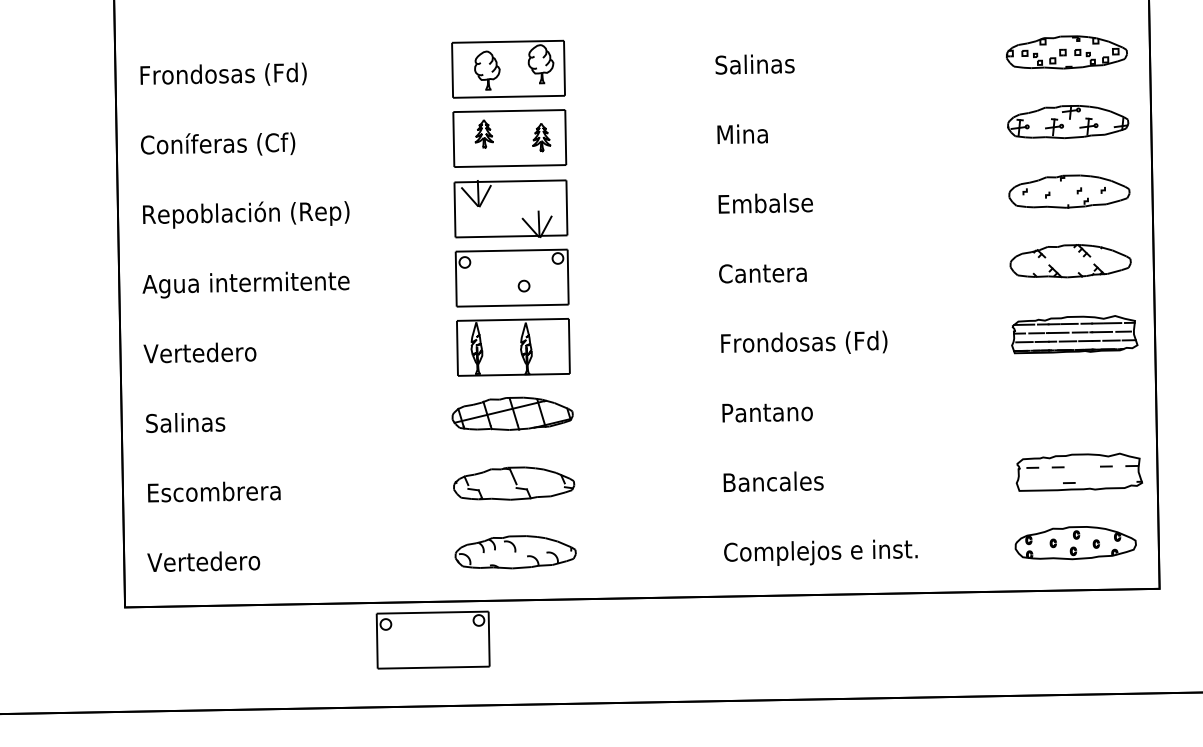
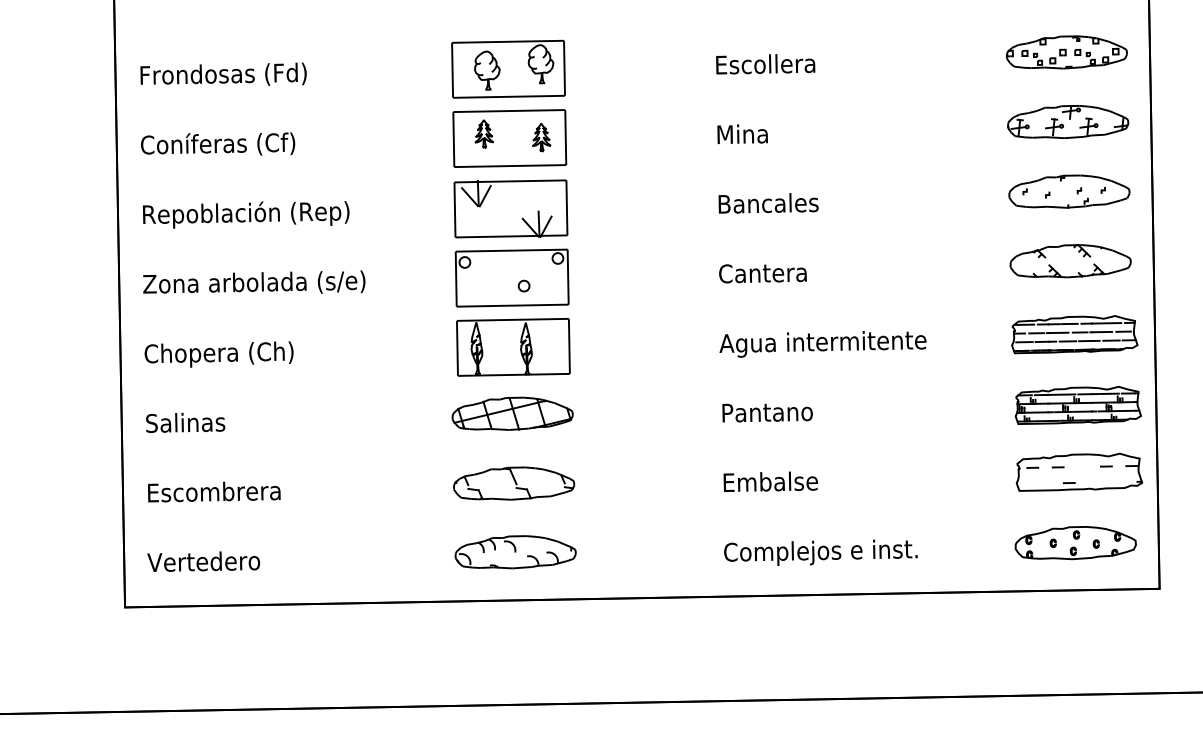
text at (765, 64): Salinas -> Escollera
text at (771, 203): Embalse -> Bancales
text at (253, 284): Agua intermitente -> Zona arbolada (s/e)
text at (822, 343): Frondosas (Fd) -> Agua intermitente
text at (218, 354): Vertedero -> Chopera (Ch)
part at (1077, 405): none -> present
text at (776, 481): Bancales -> Embalse
part at (432, 639): present -> none
